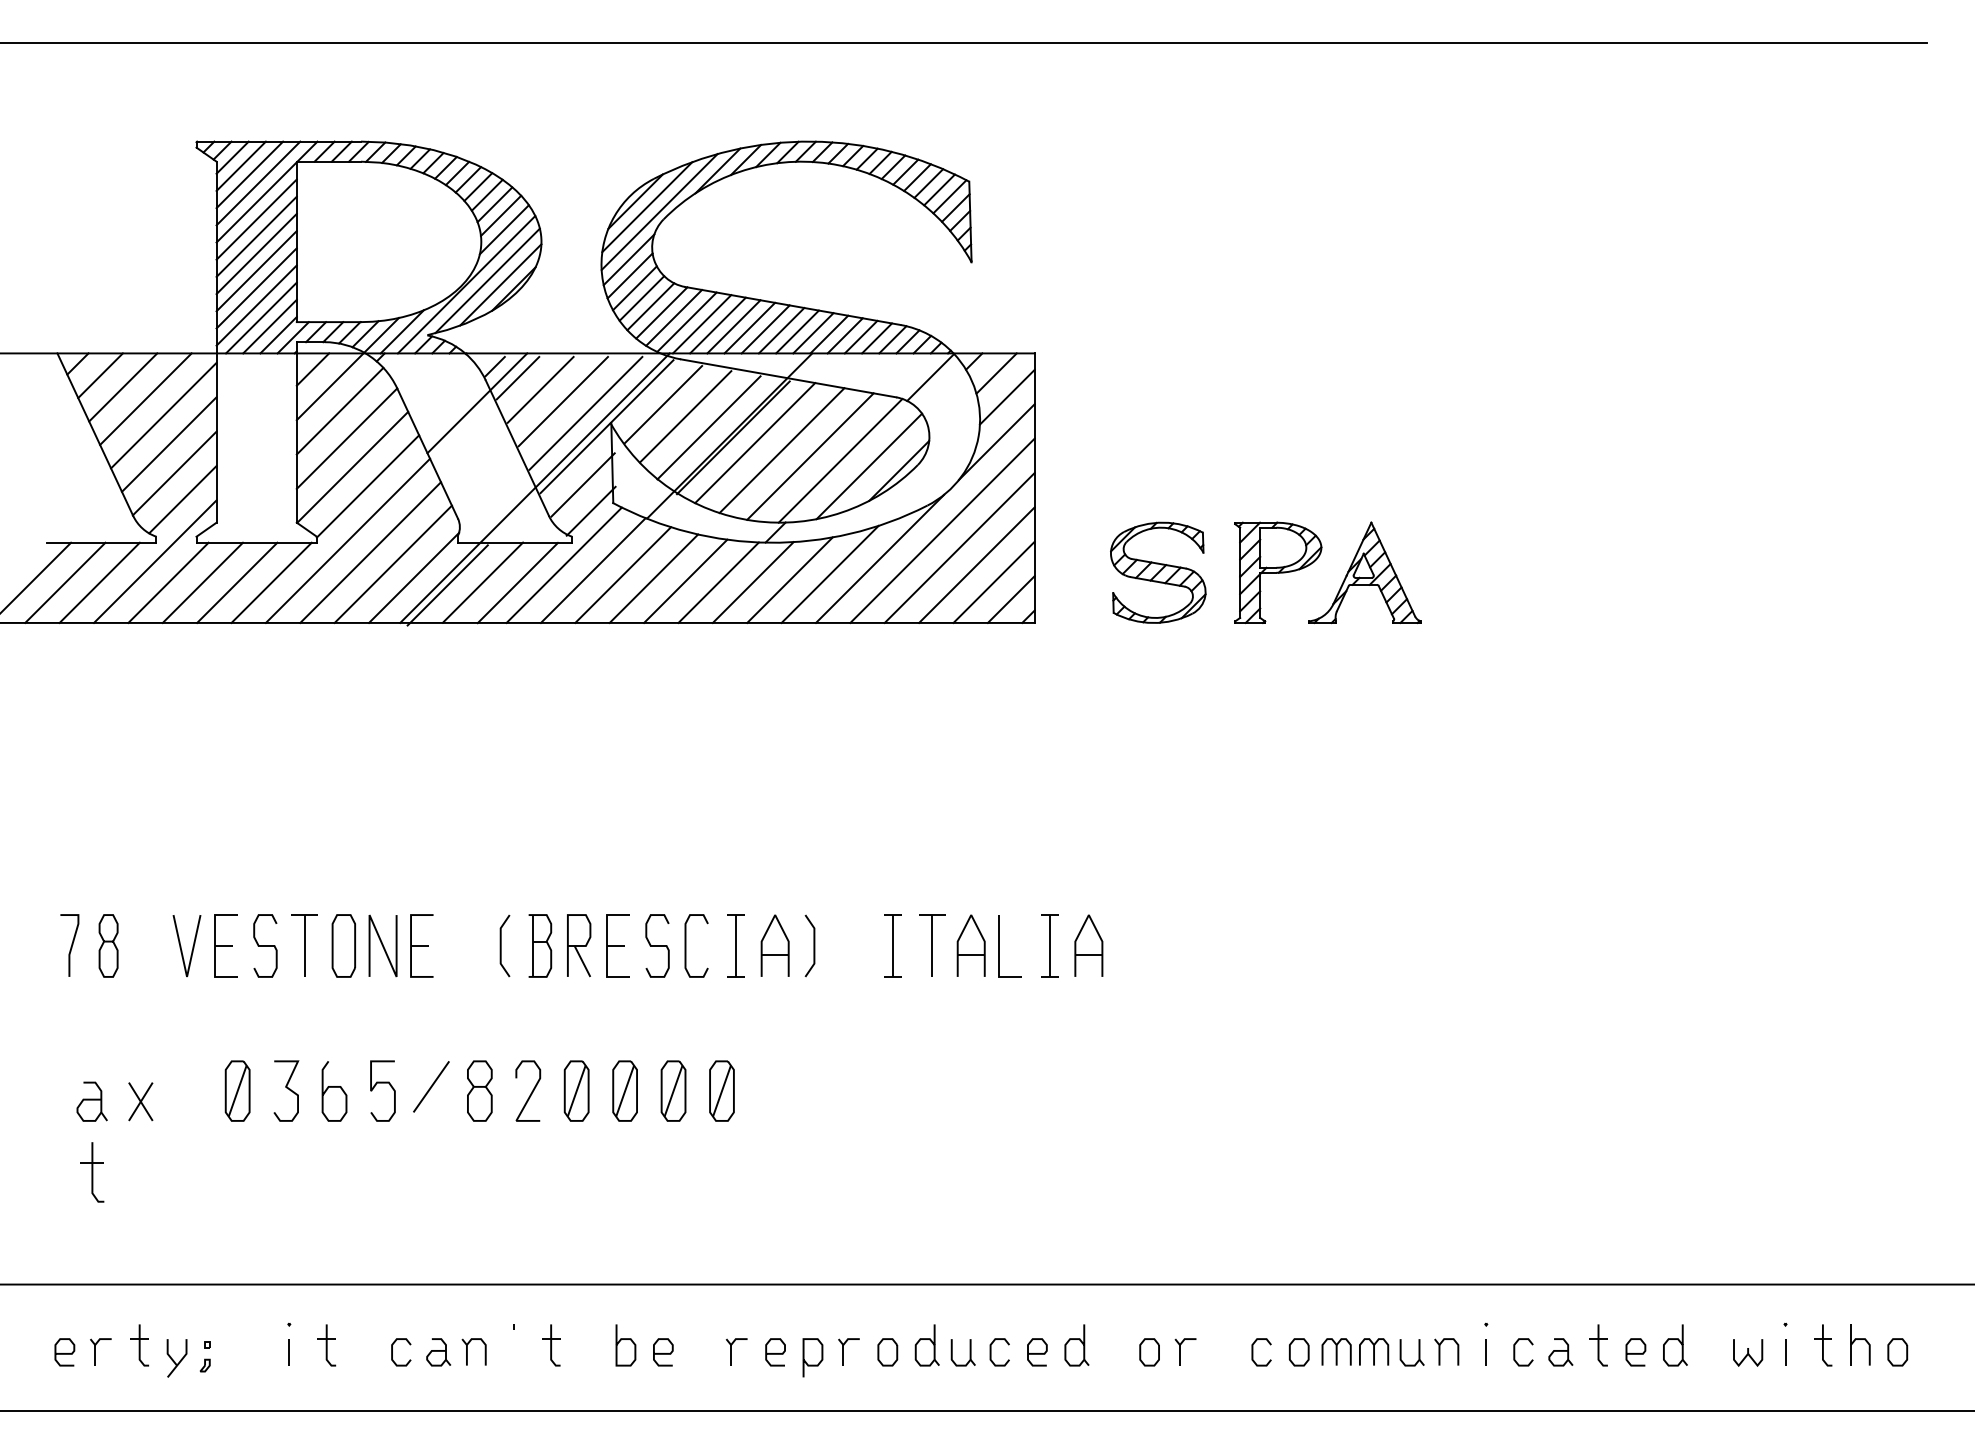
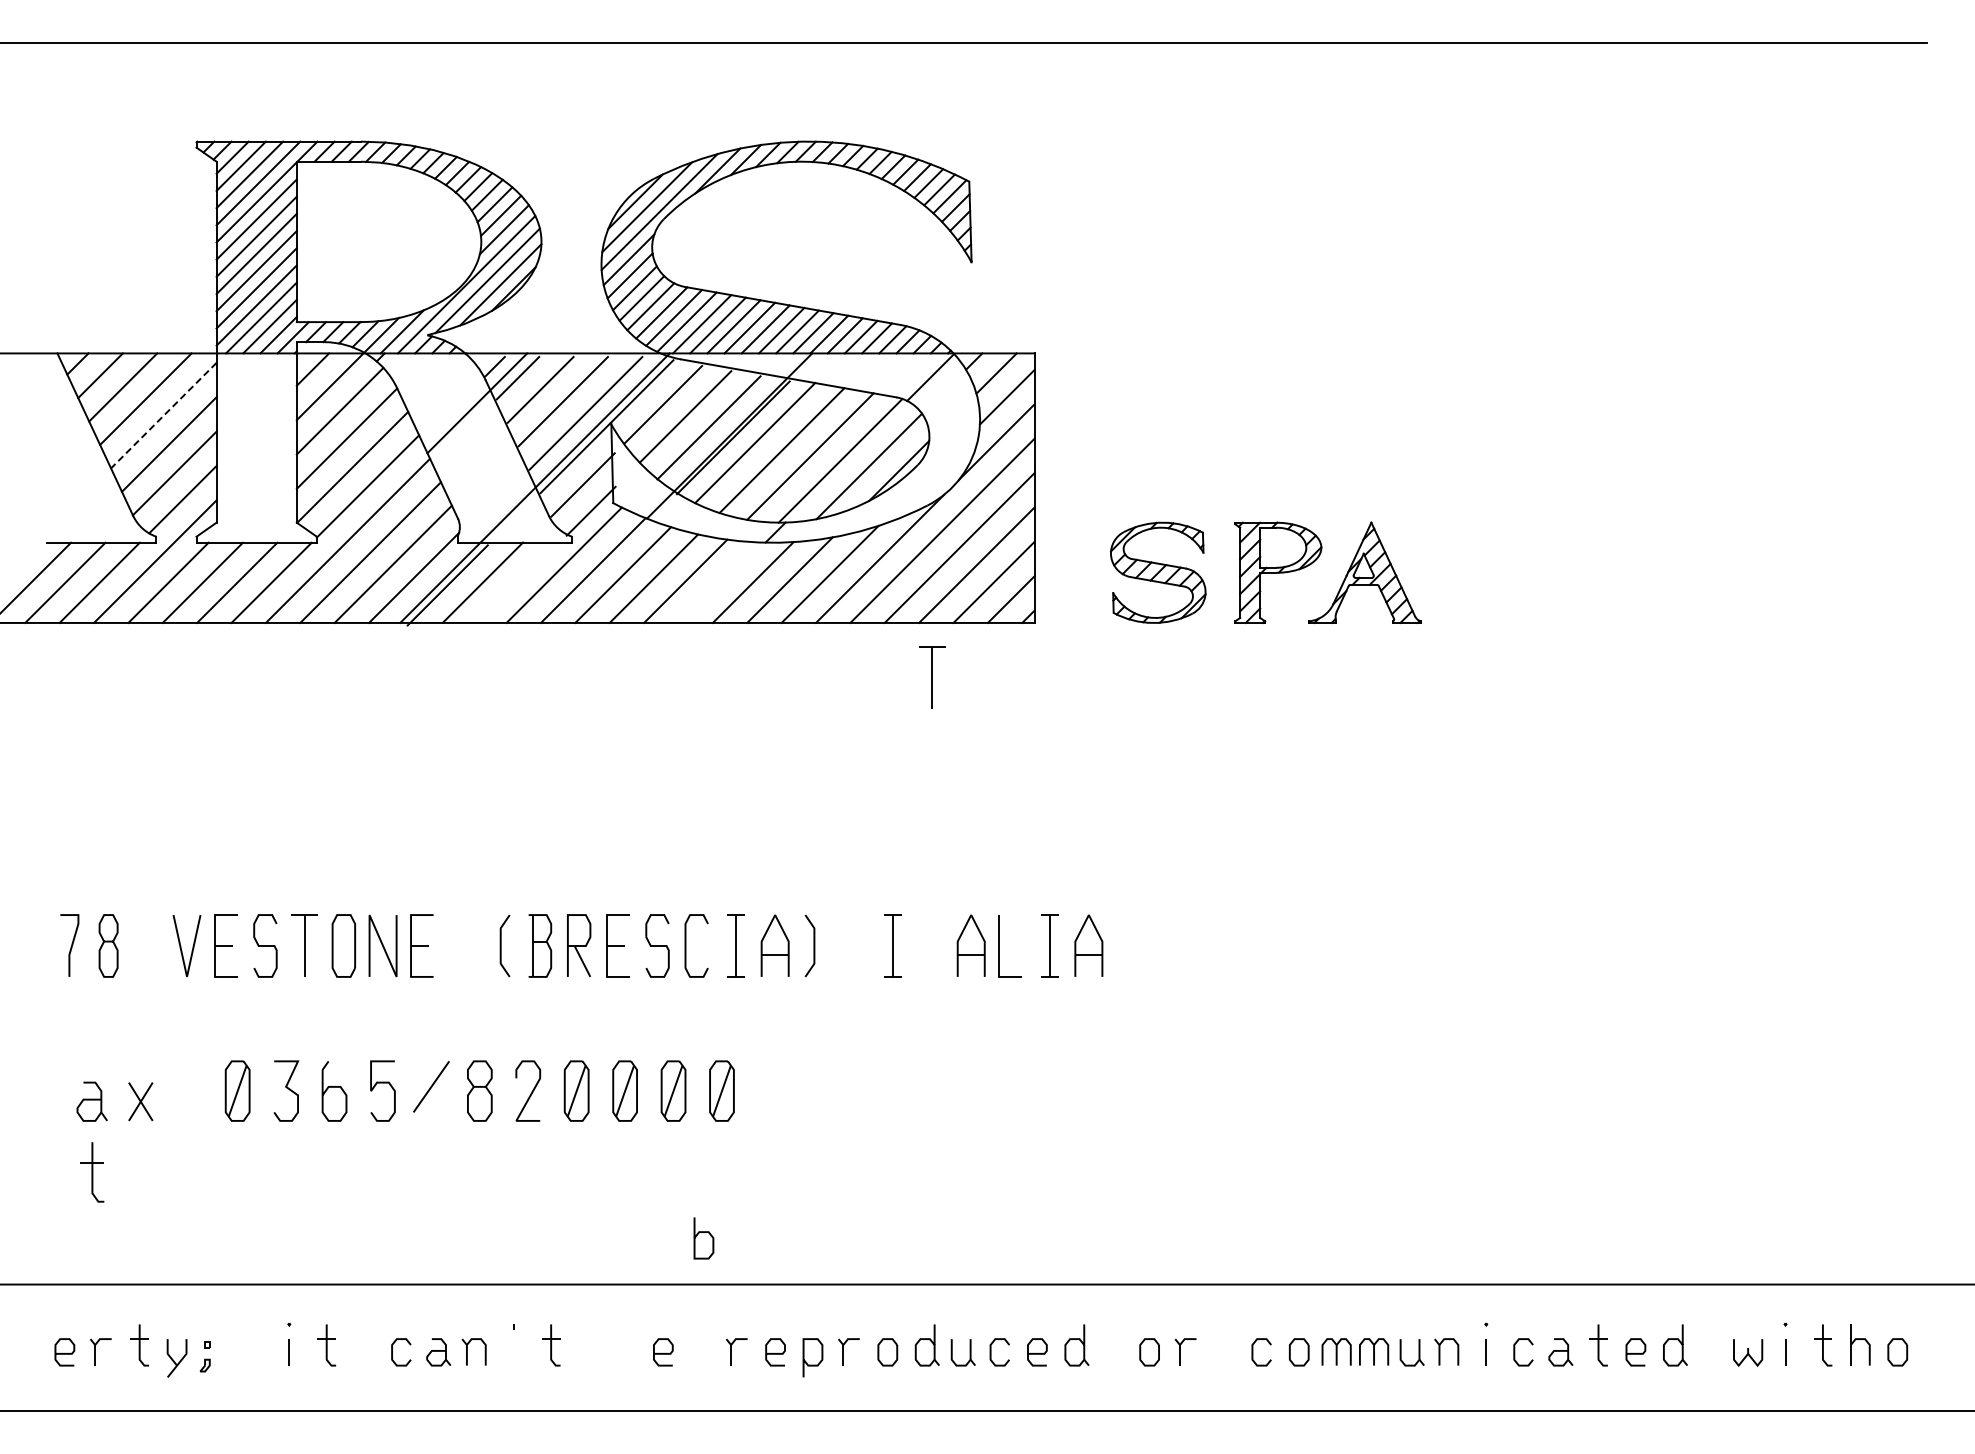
line at (163, 415): solid -> dashed
line at (517, 582): present -> none
line at (718, 582): present -> none
part at (932, 945) position: (932, 945) -> (932, 677)
curve at (625, 1339) position: (625, 1339) -> (703, 1232)
